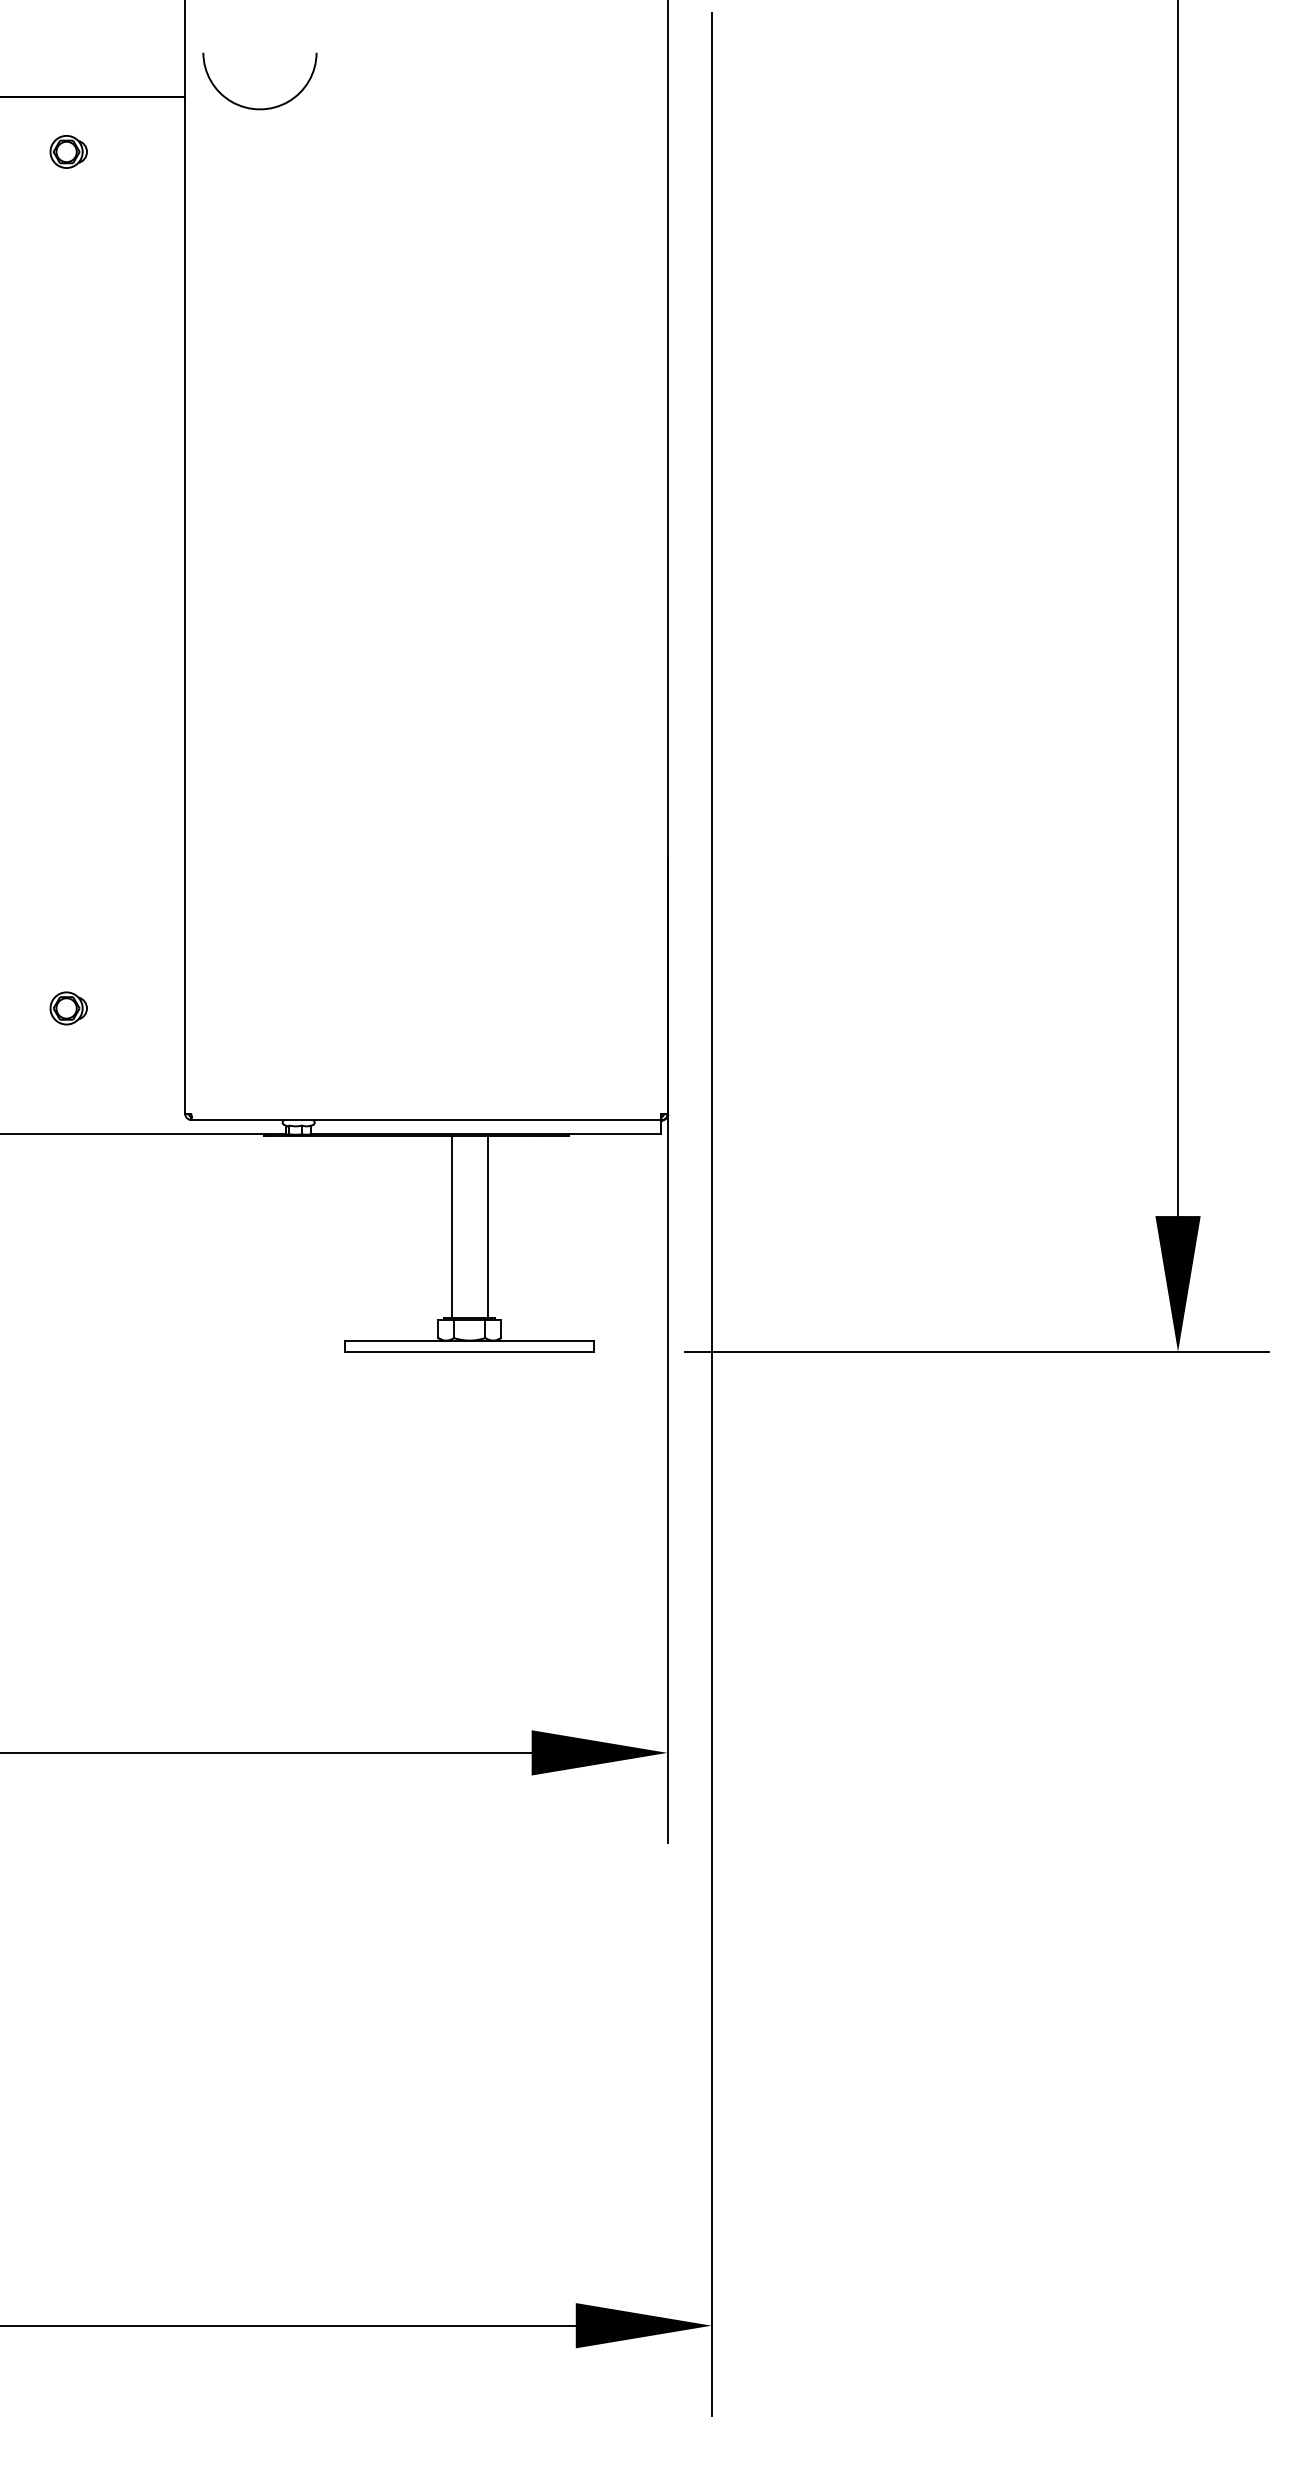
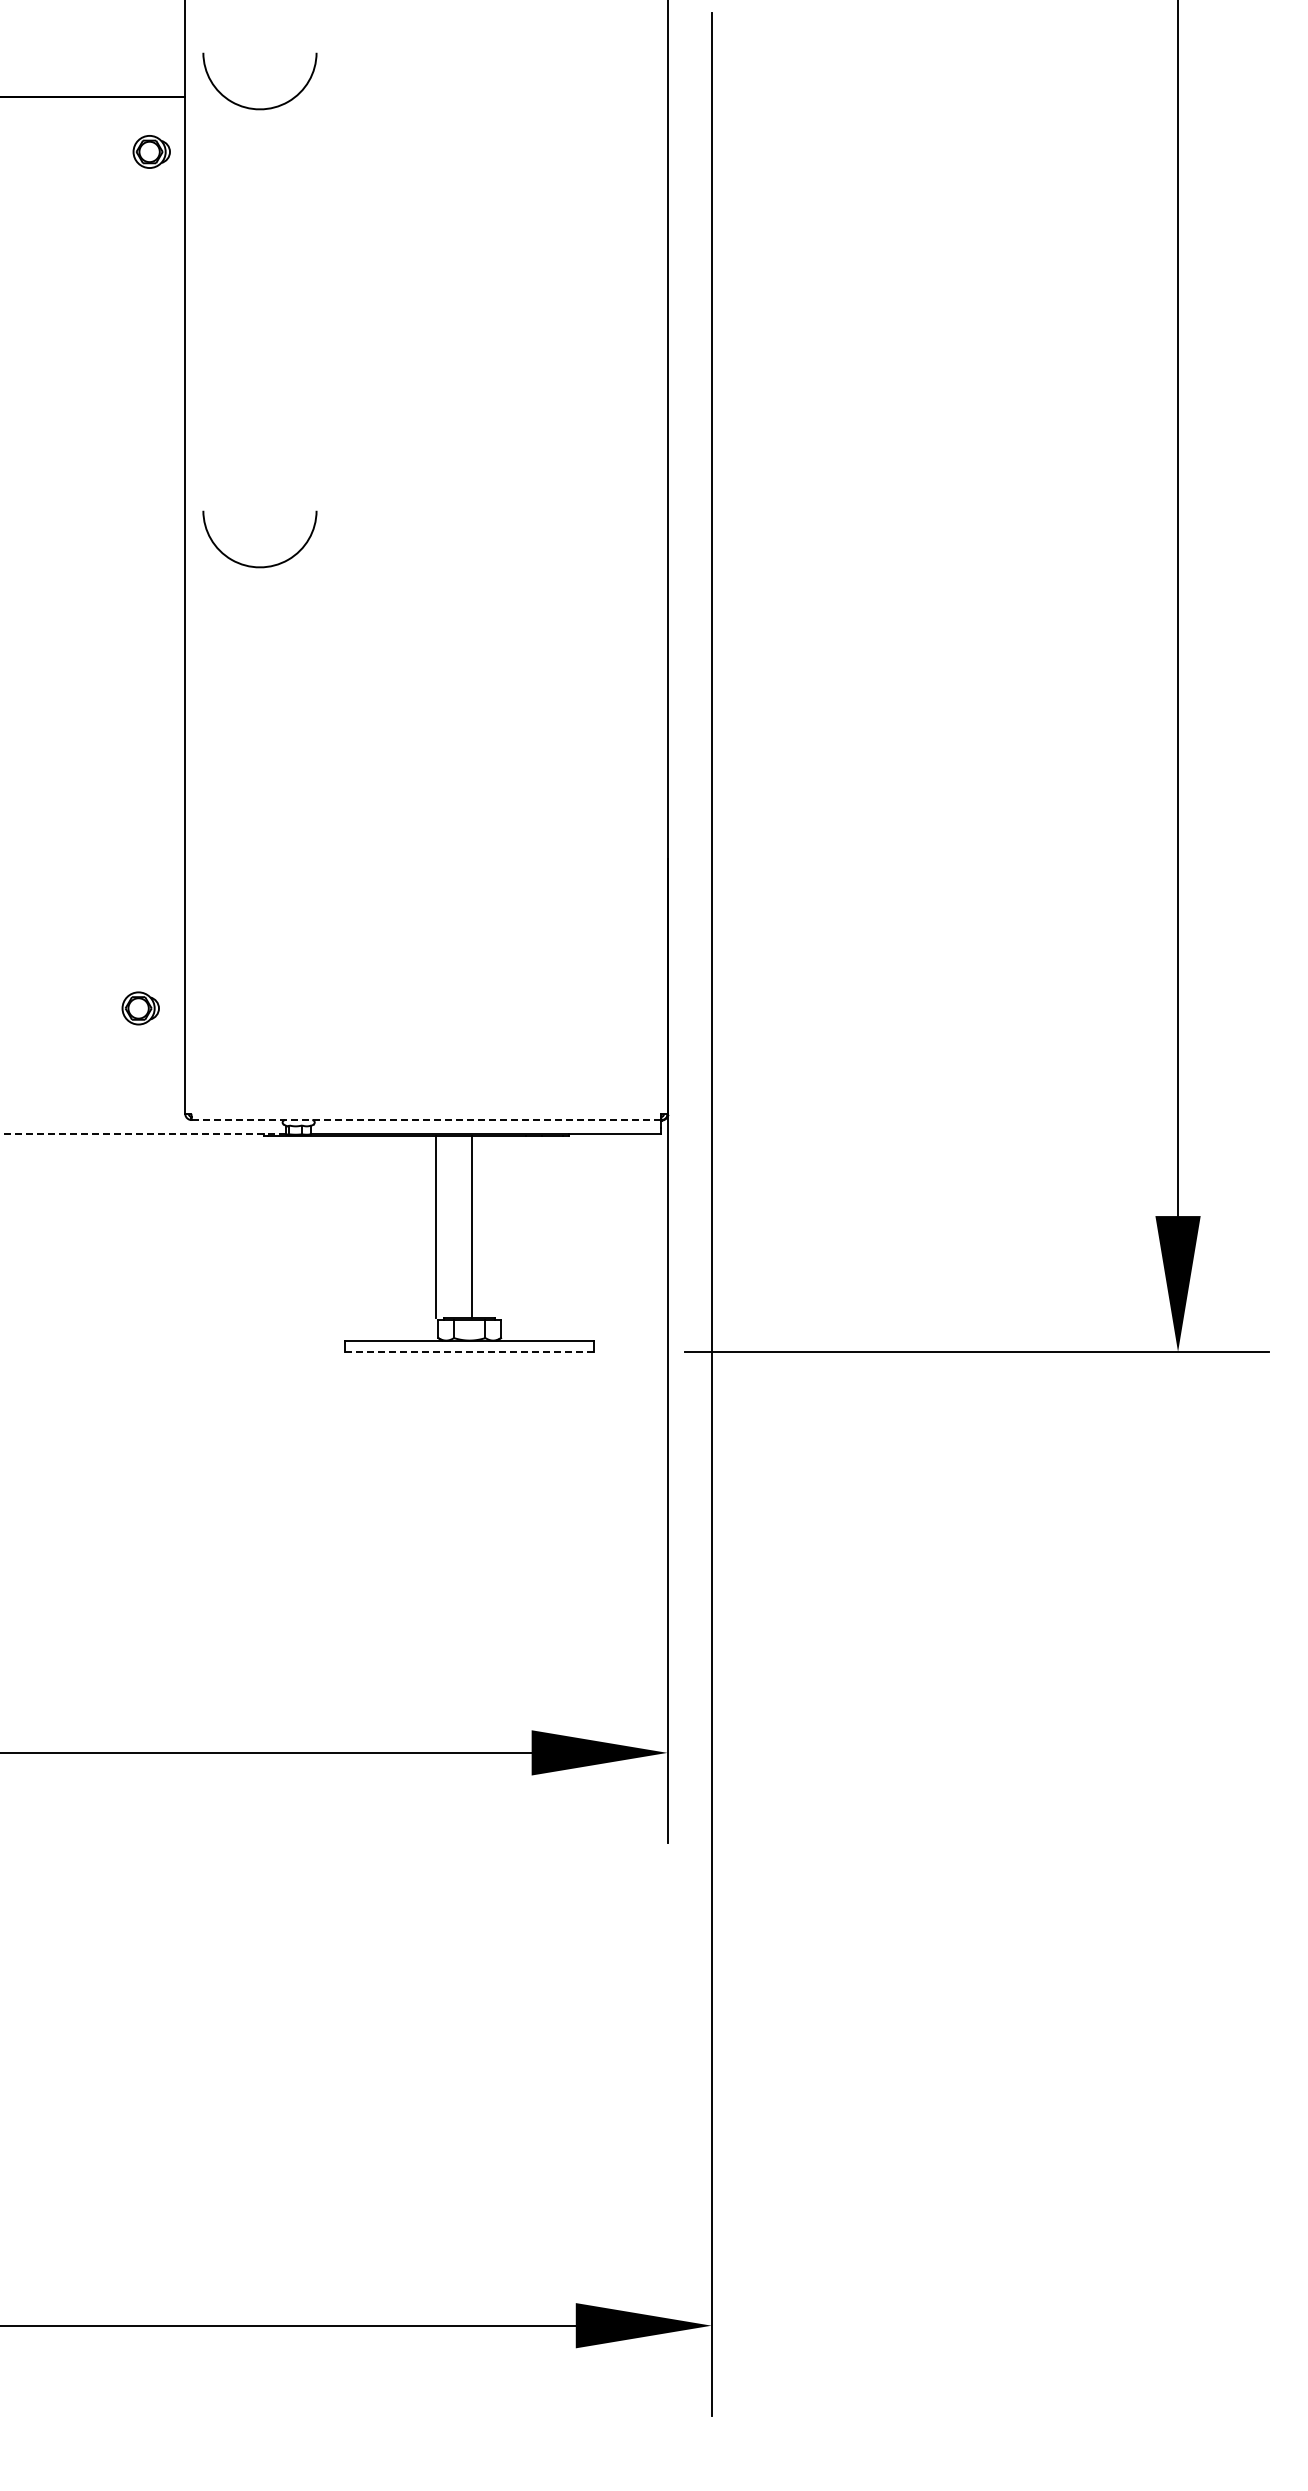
part at (68, 151) position: (68, 151) -> (151, 151)
arc at (252, 565): none -> present
part at (68, 1008) position: (68, 1008) -> (140, 1008)
line at (426, 1120): solid -> dashed
line at (143, 1133): solid -> dashed
line at (451, 1226) position: (451, 1226) -> (435, 1226)
line at (487, 1226) position: (487, 1226) -> (471, 1226)
line at (469, 1351): solid -> dashed
